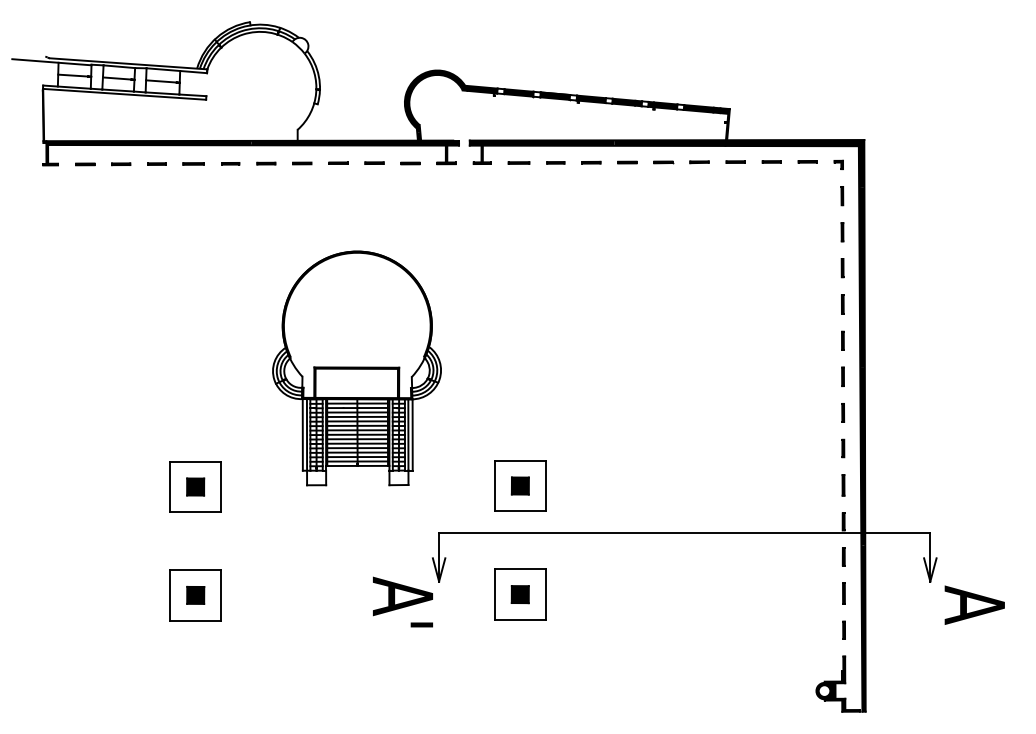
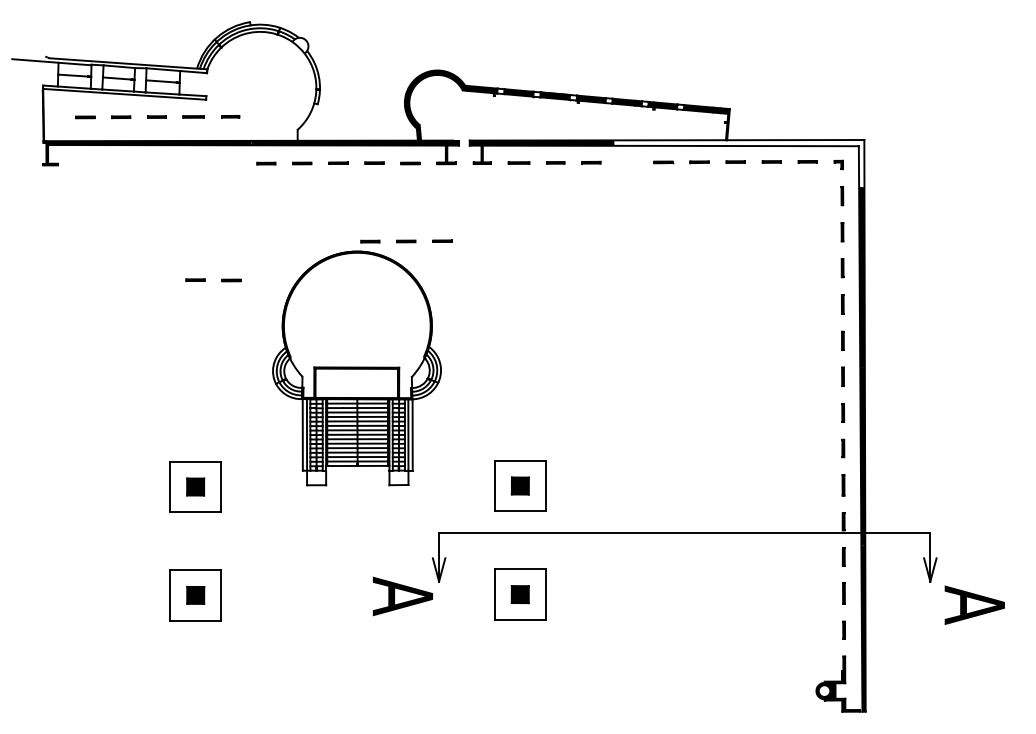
fill at (739, 161): present -> none
line at (627, 162): present -> none
part at (157, 164) position: (157, 164) -> (157, 117)
part at (406, 241): none -> present
line at (205, 280): none -> present
text at (421, 624): A' -> A
